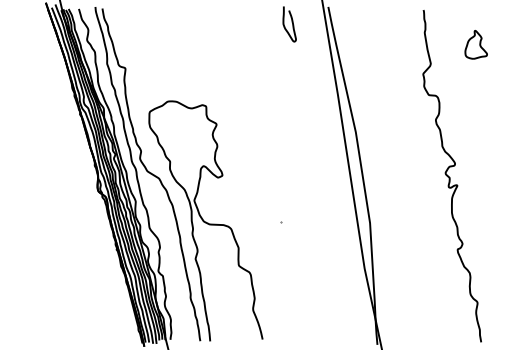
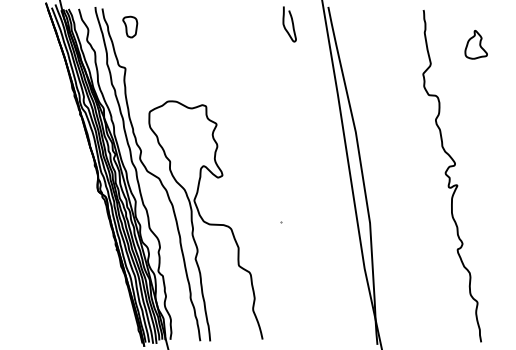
part at (130, 26): none -> present
